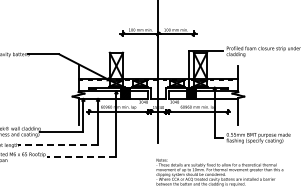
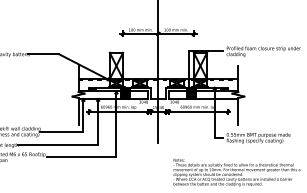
line at (57, 145): dashed -> solid
line at (81, 157): dashed -> solid
text at (219, 172) position: (219, 172) -> (236, 172)
